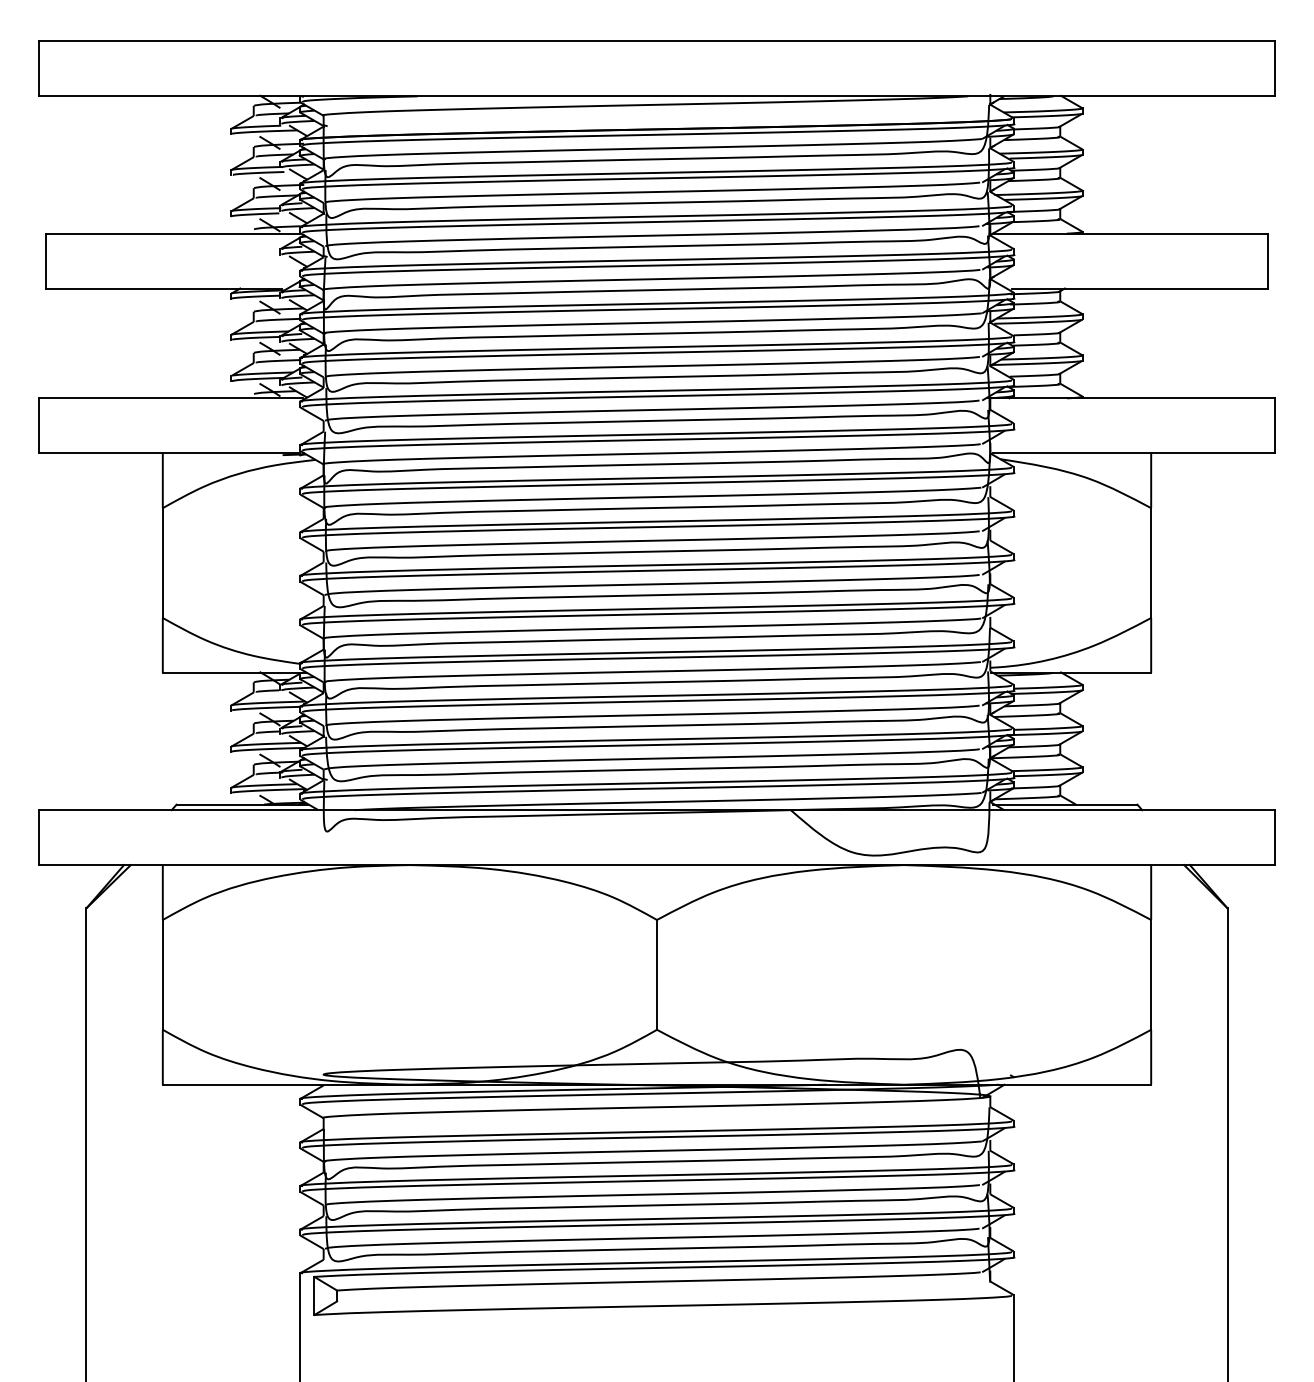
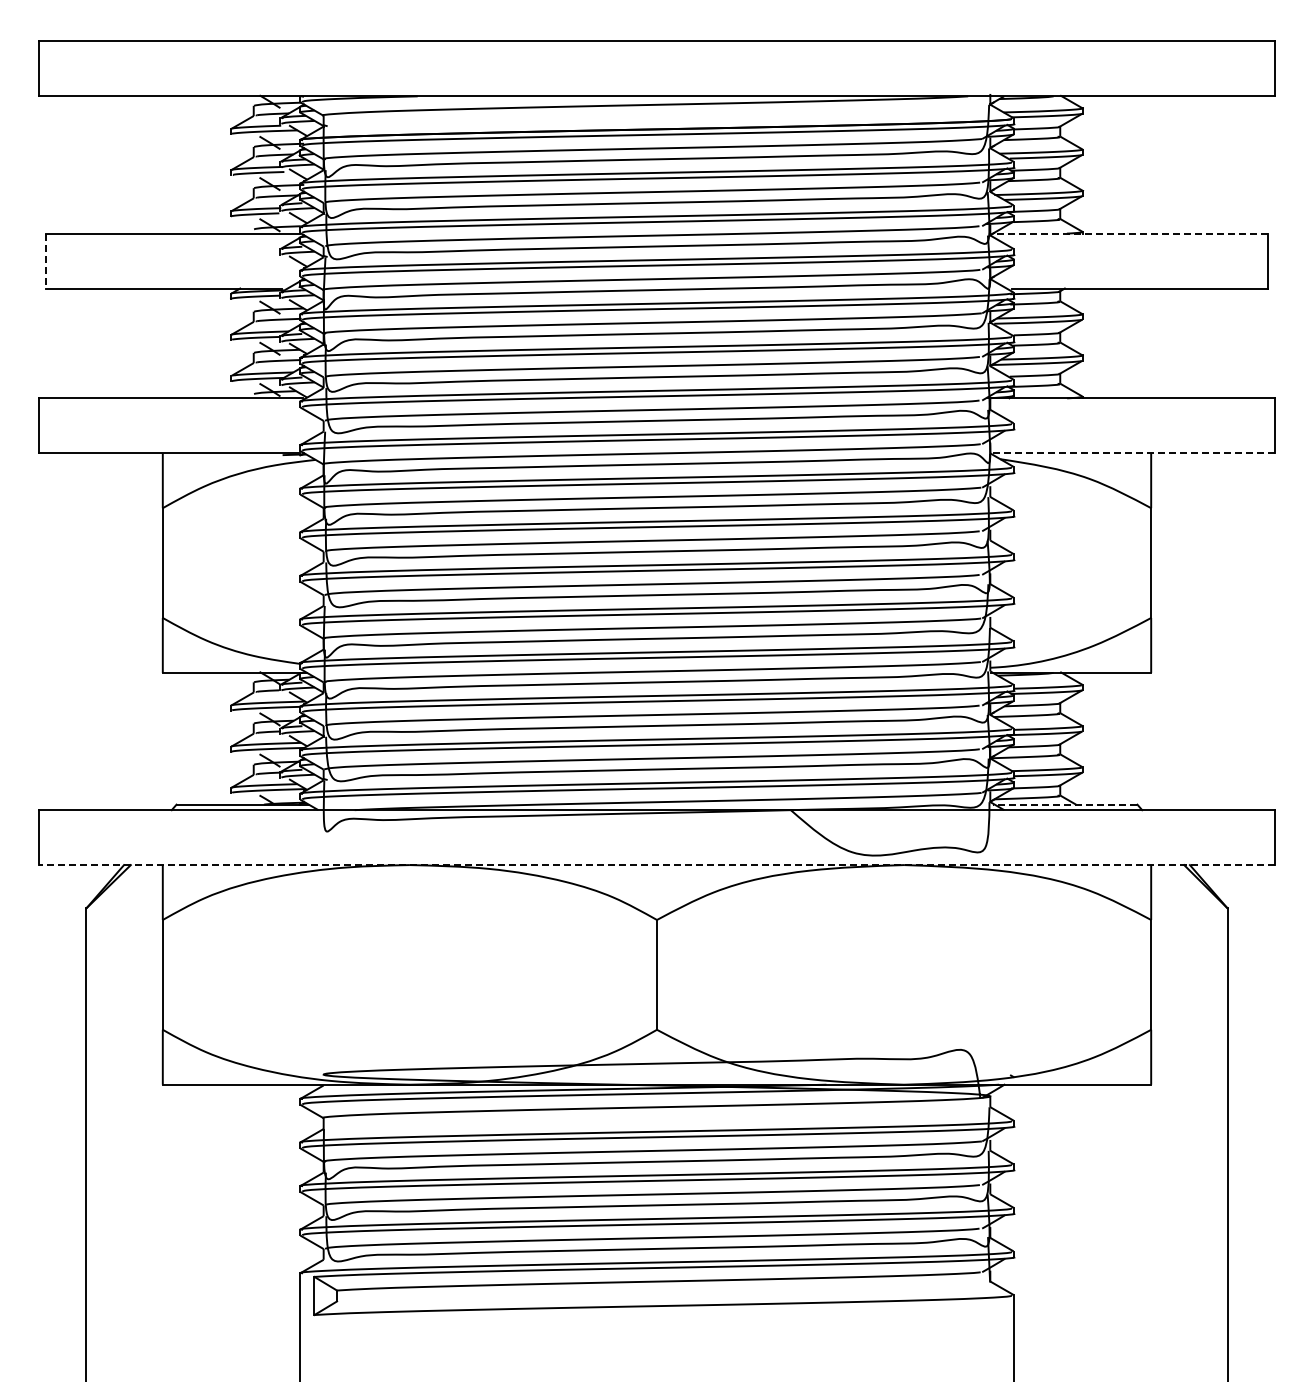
line at (1129, 233): solid -> dashed
line at (46, 261): solid -> dashed
line at (1133, 453): solid -> dashed
line at (1064, 804): solid -> dashed
line at (656, 865): solid -> dashed
